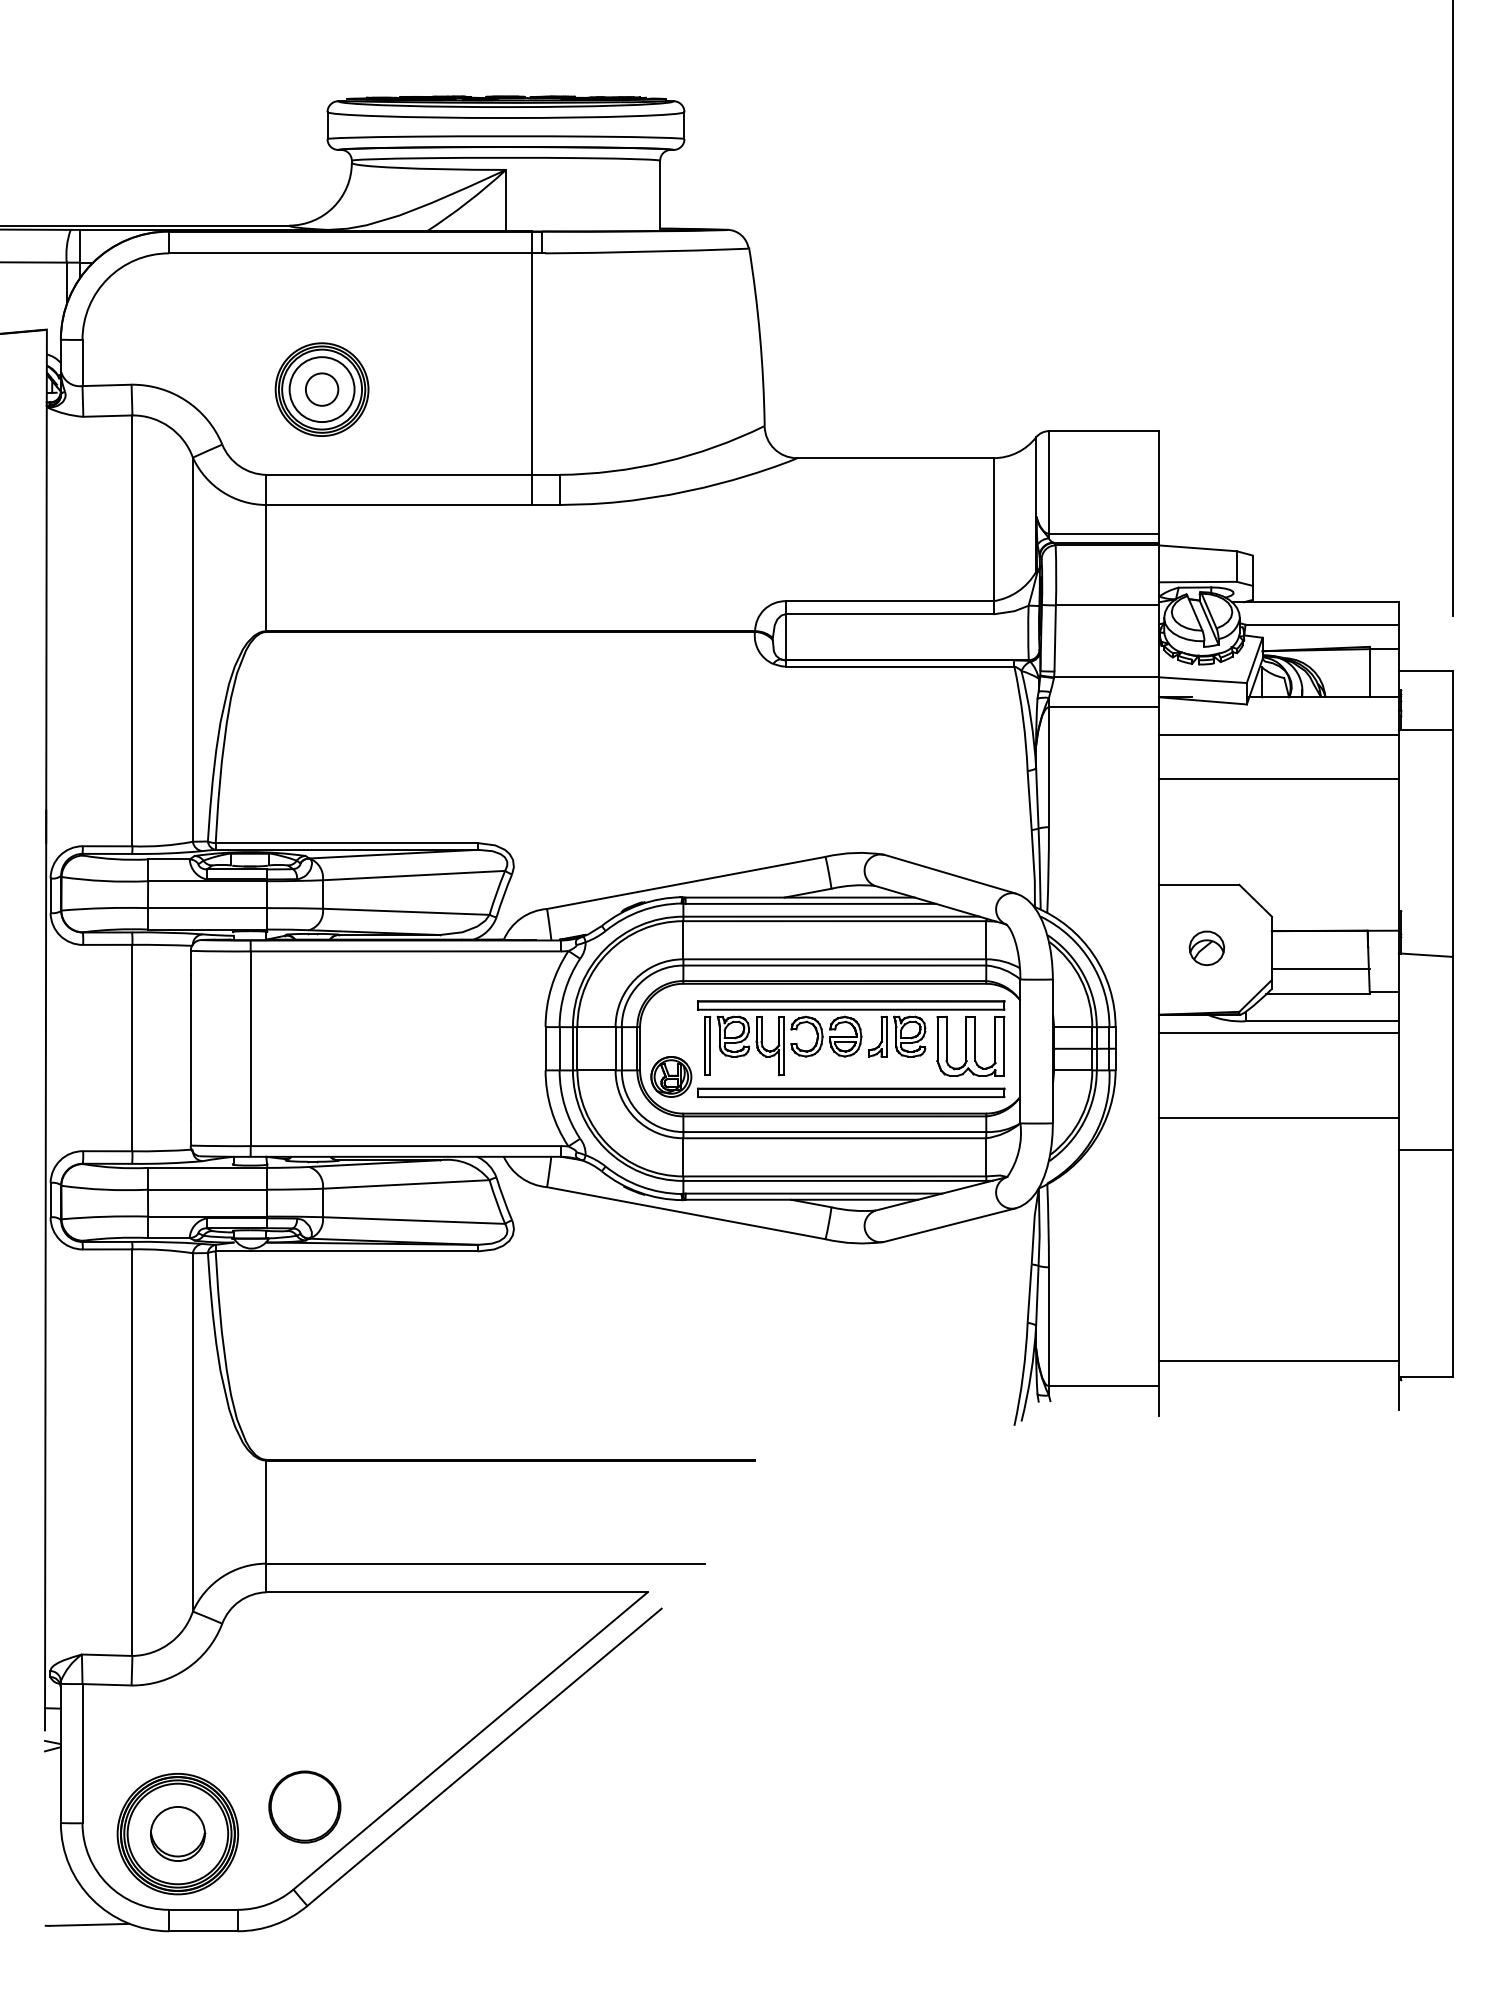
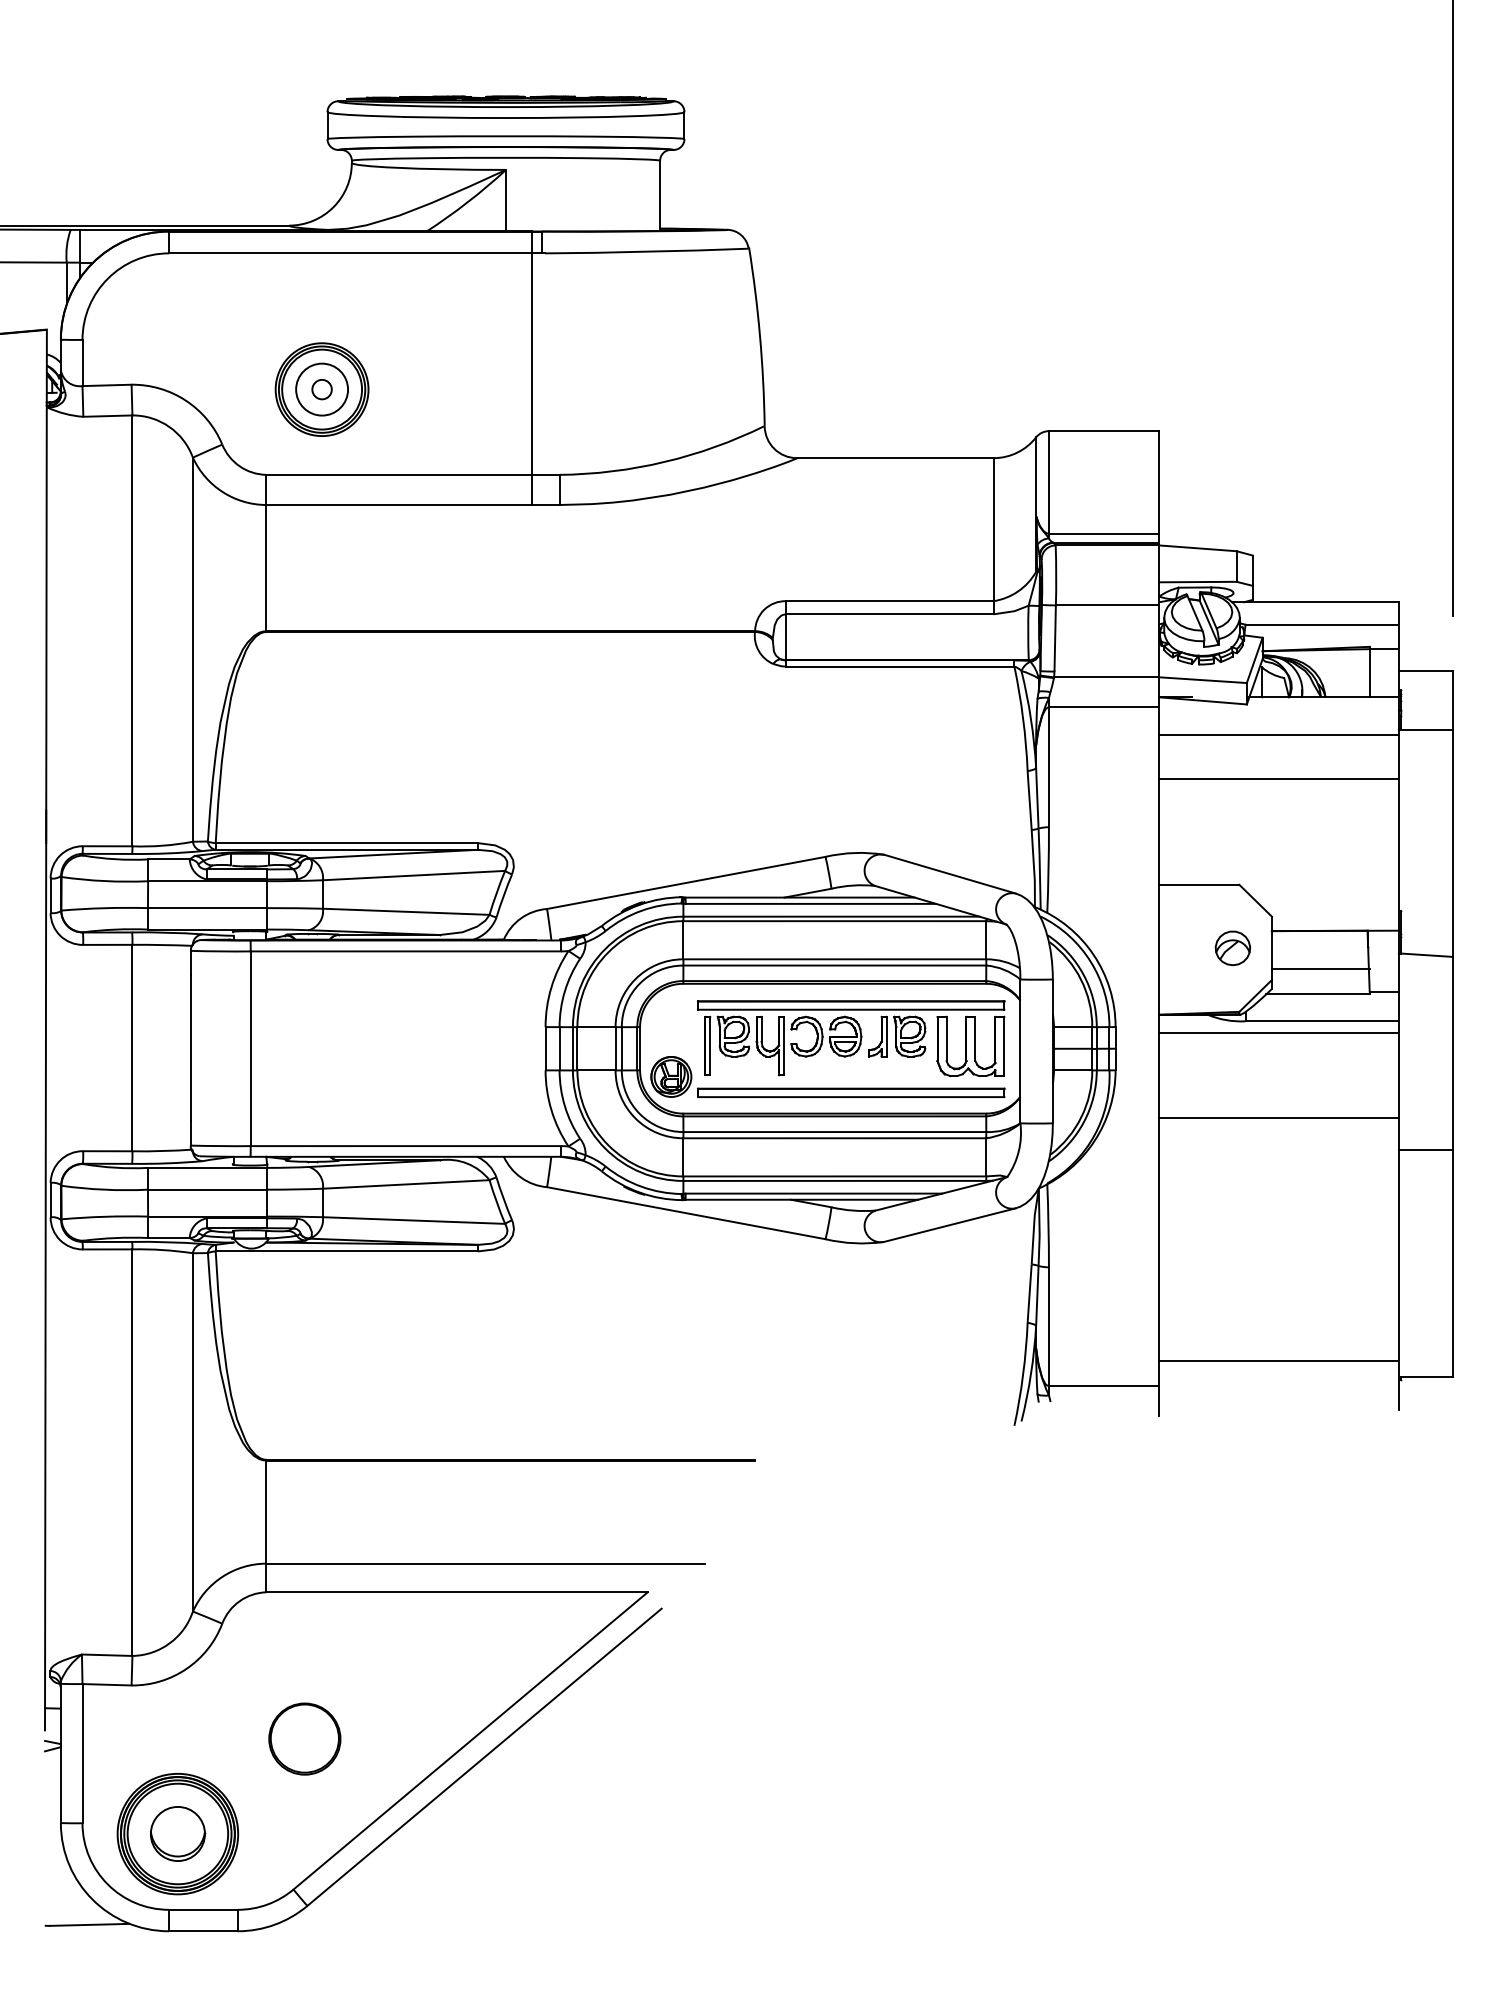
circle at (321, 389) diameter: 32 px -> 19 px
circle at (321, 389) diameter: 65 px -> 52 px
part at (1206, 948) position: (1206, 948) -> (1232, 948)
part at (304, 1806) position: (304, 1806) -> (304, 1738)
